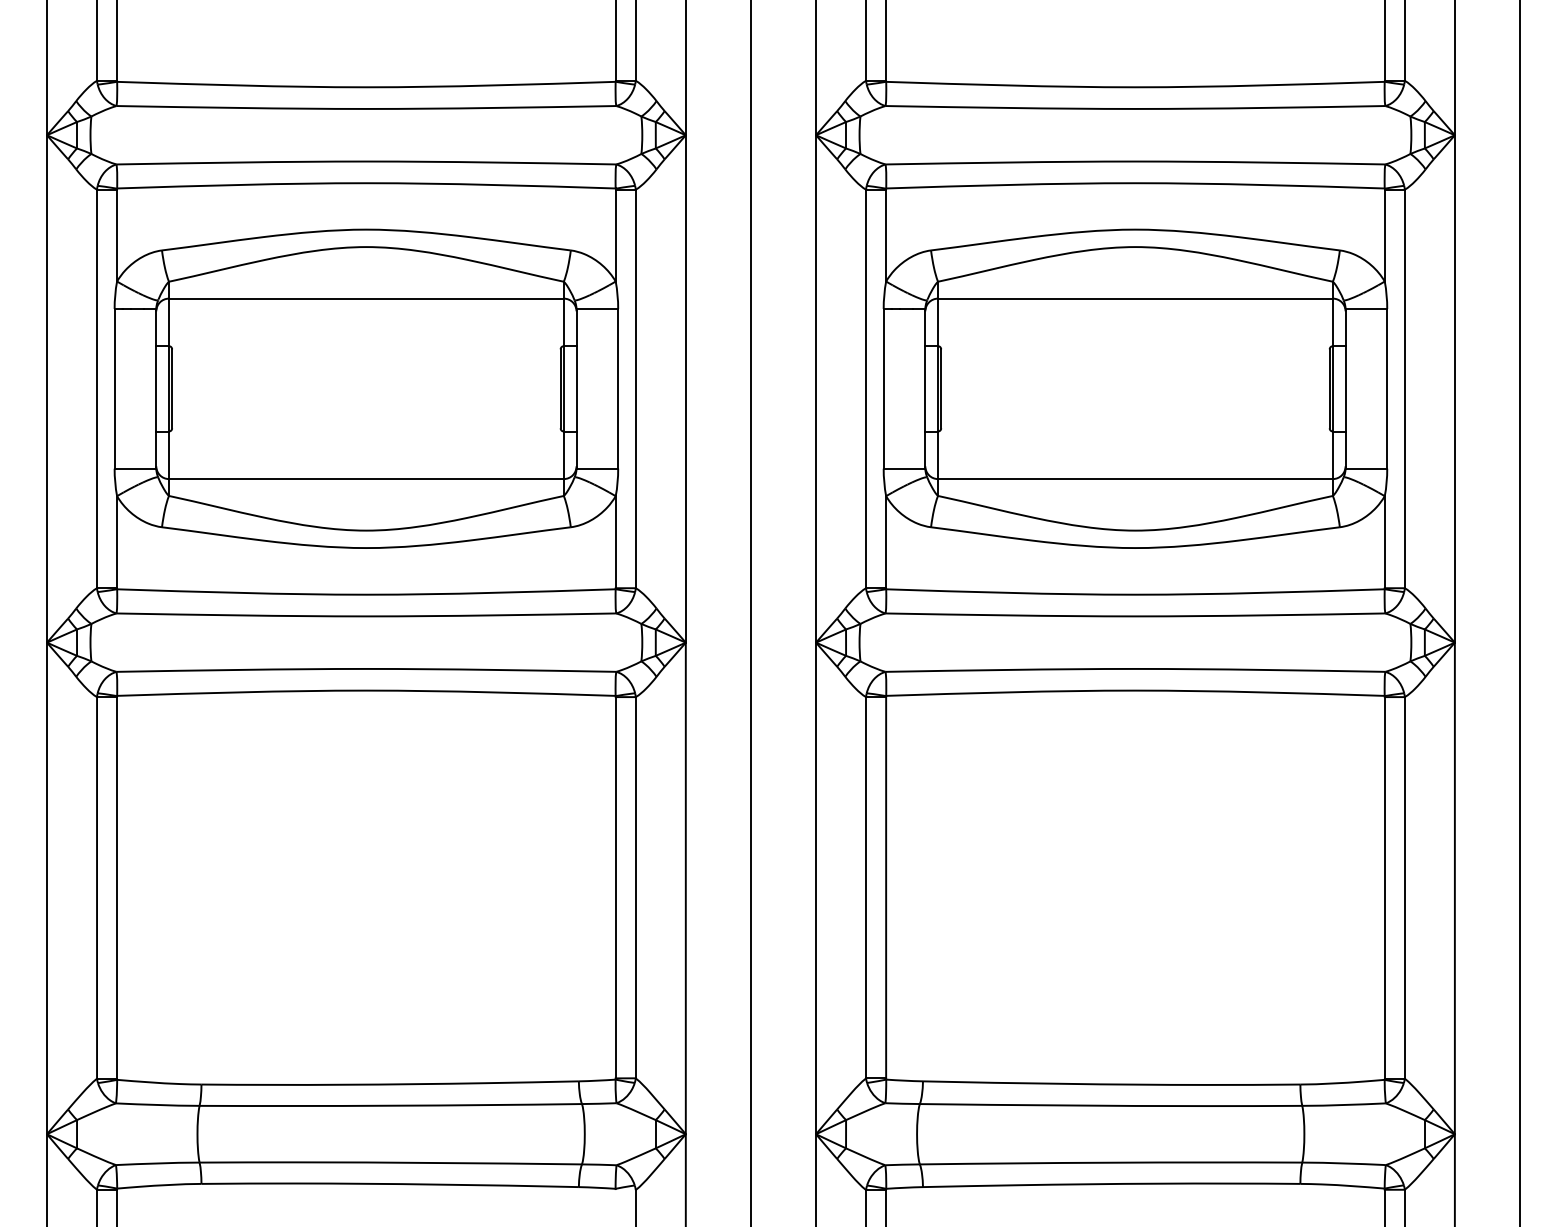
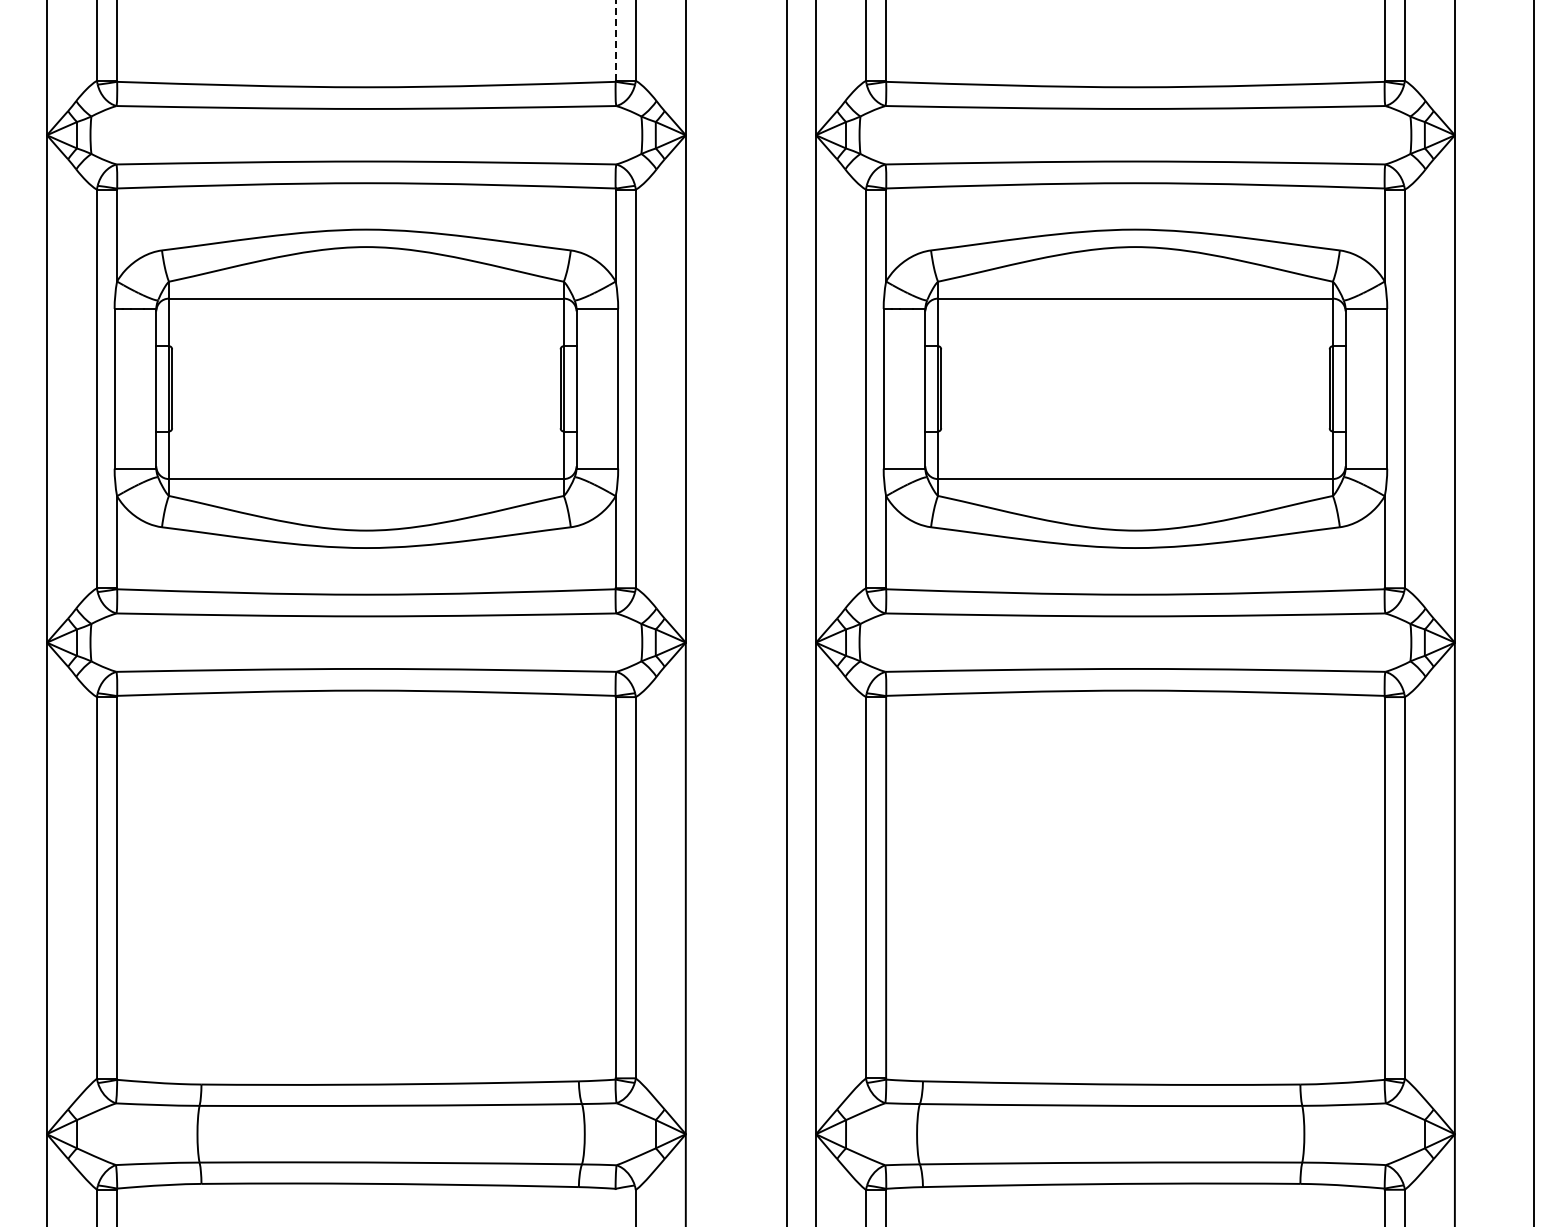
line at (615, 40): solid -> dashed
line at (750, 612) position: (750, 612) -> (786, 612)
line at (1519, 612) position: (1519, 612) -> (1533, 612)
